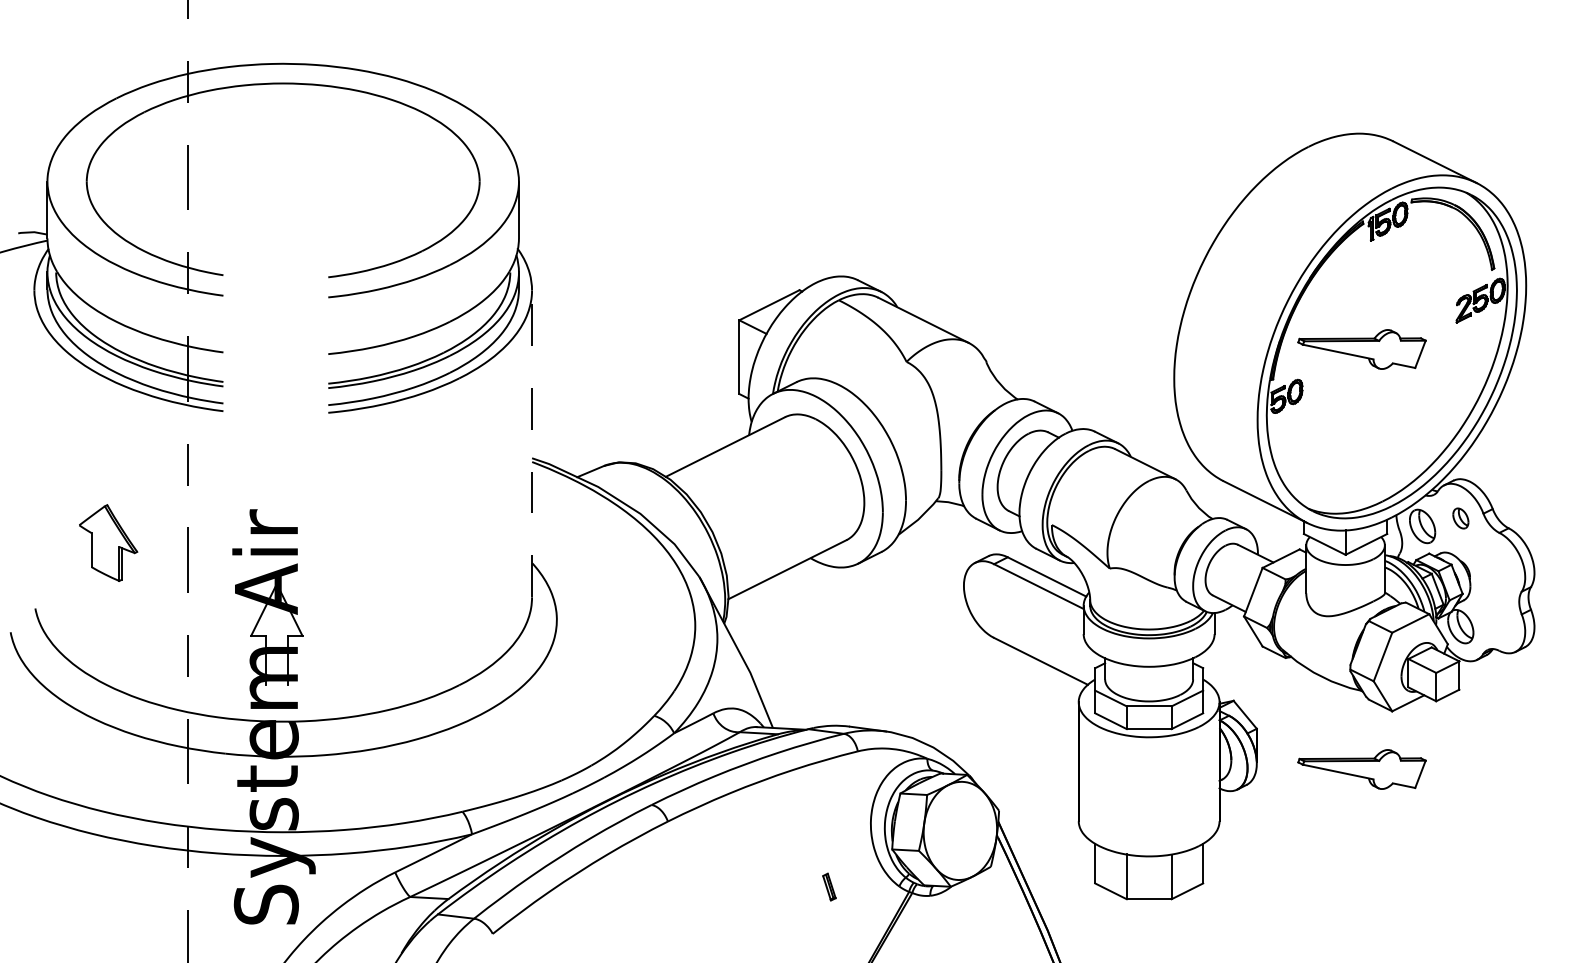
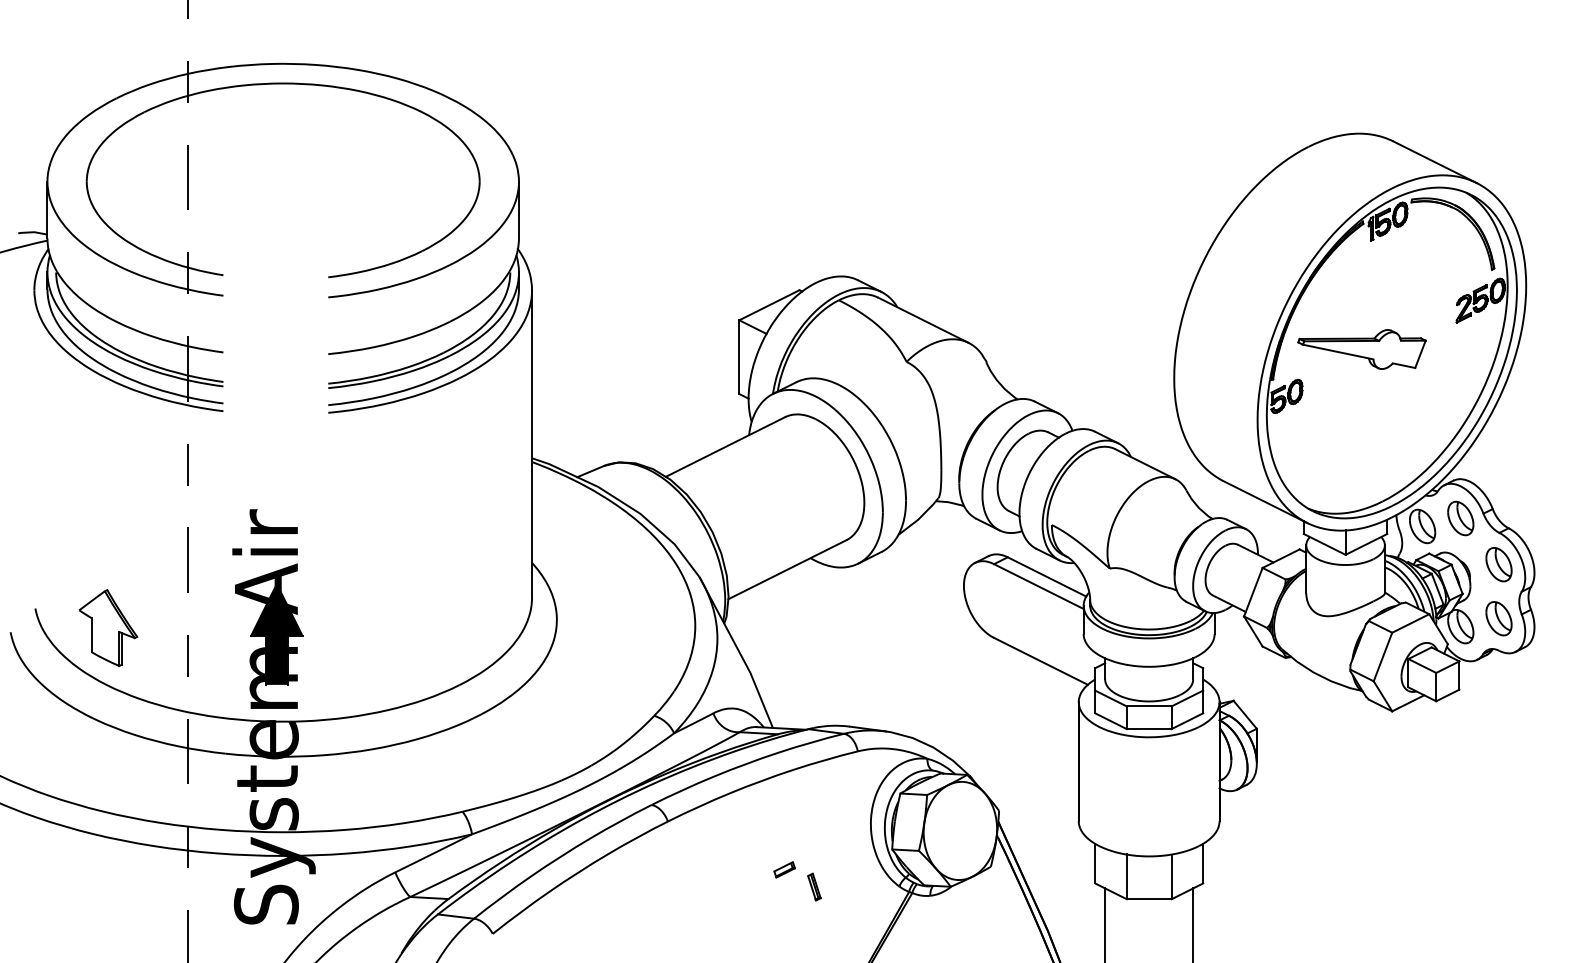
line at (532, 443): dashed -> solid
part at (1460, 518) size: 18x23 px -> 28x37 px
part at (108, 542) position: (108, 542) -> (108, 627)
part at (1498, 564): none -> present
part at (1498, 618): none -> present
fill at (276, 634): none -> present
part at (1361, 769): present -> none
part at (784, 869): none -> present
part at (829, 886) position: (829, 886) -> (814, 886)
line at (1105, 923): none -> present
line at (1193, 923): none -> present
